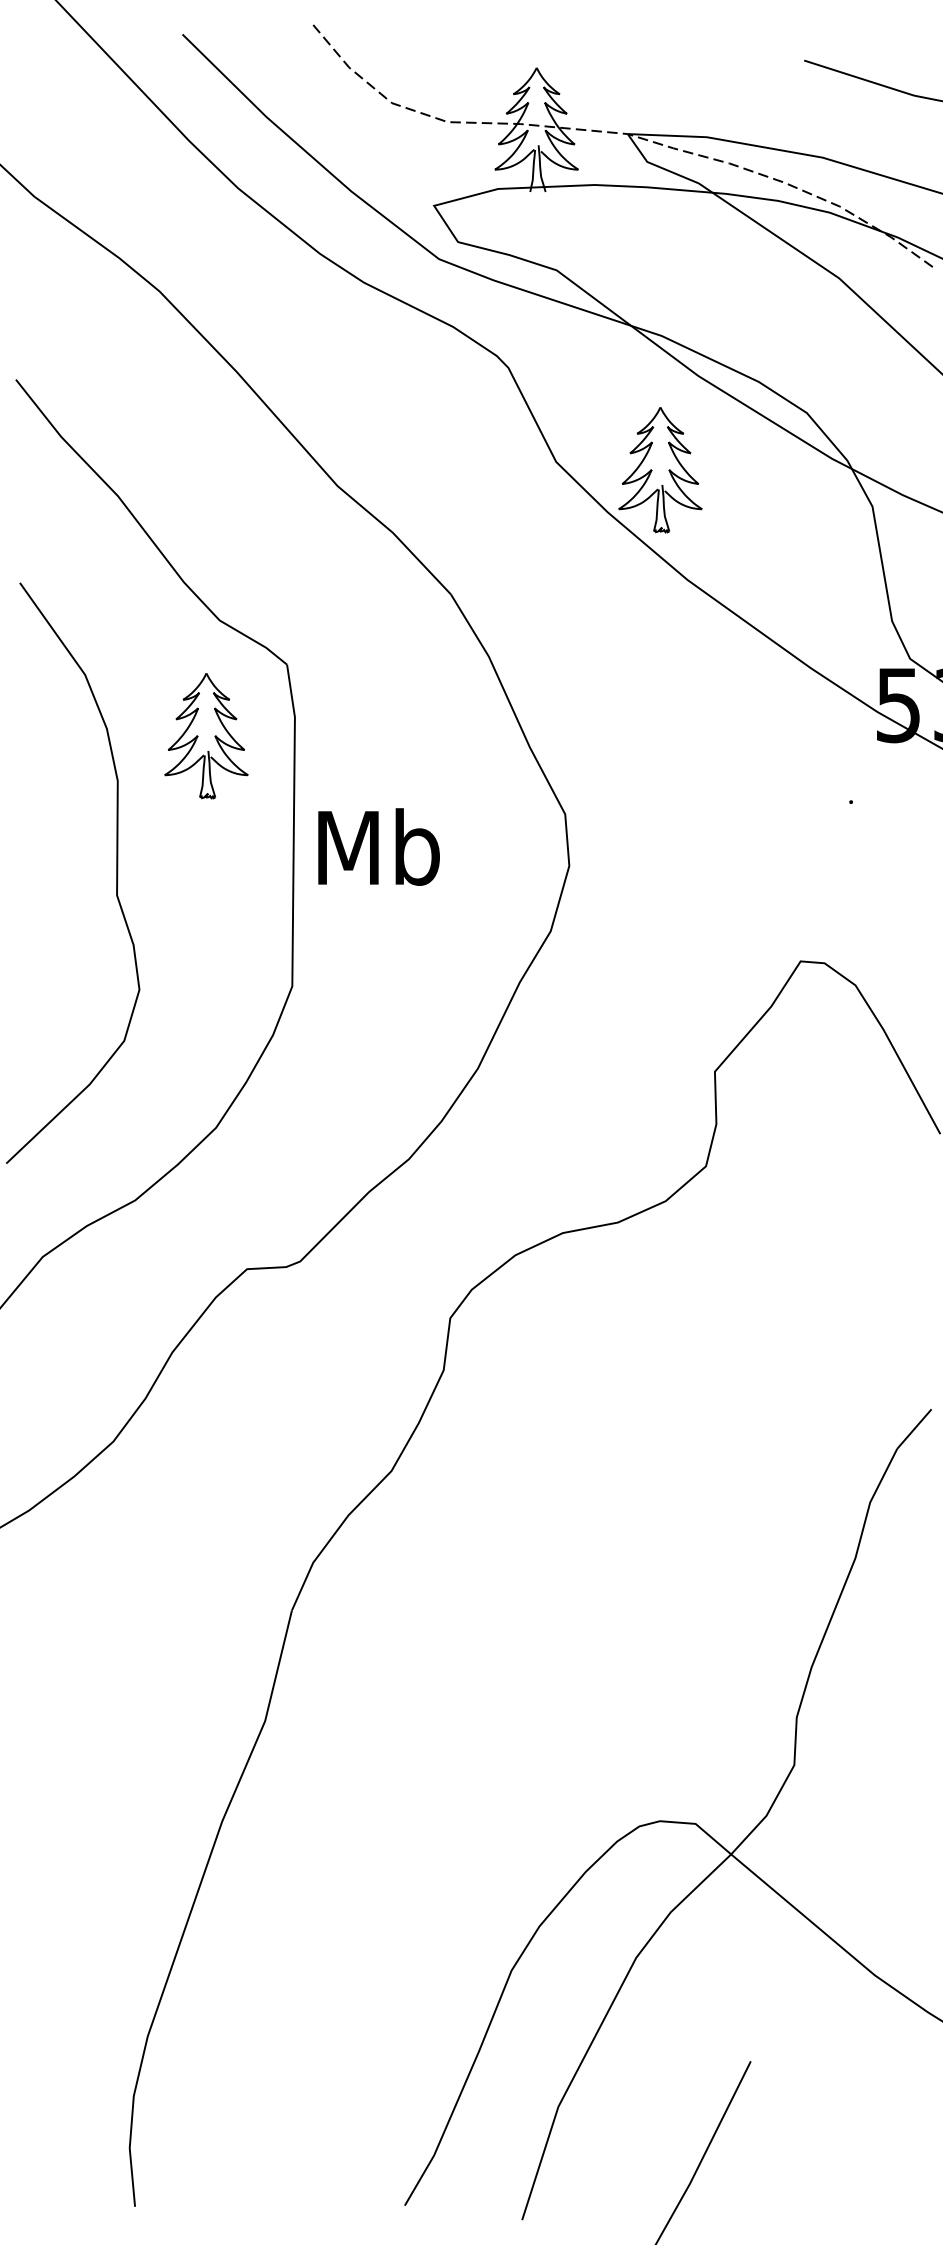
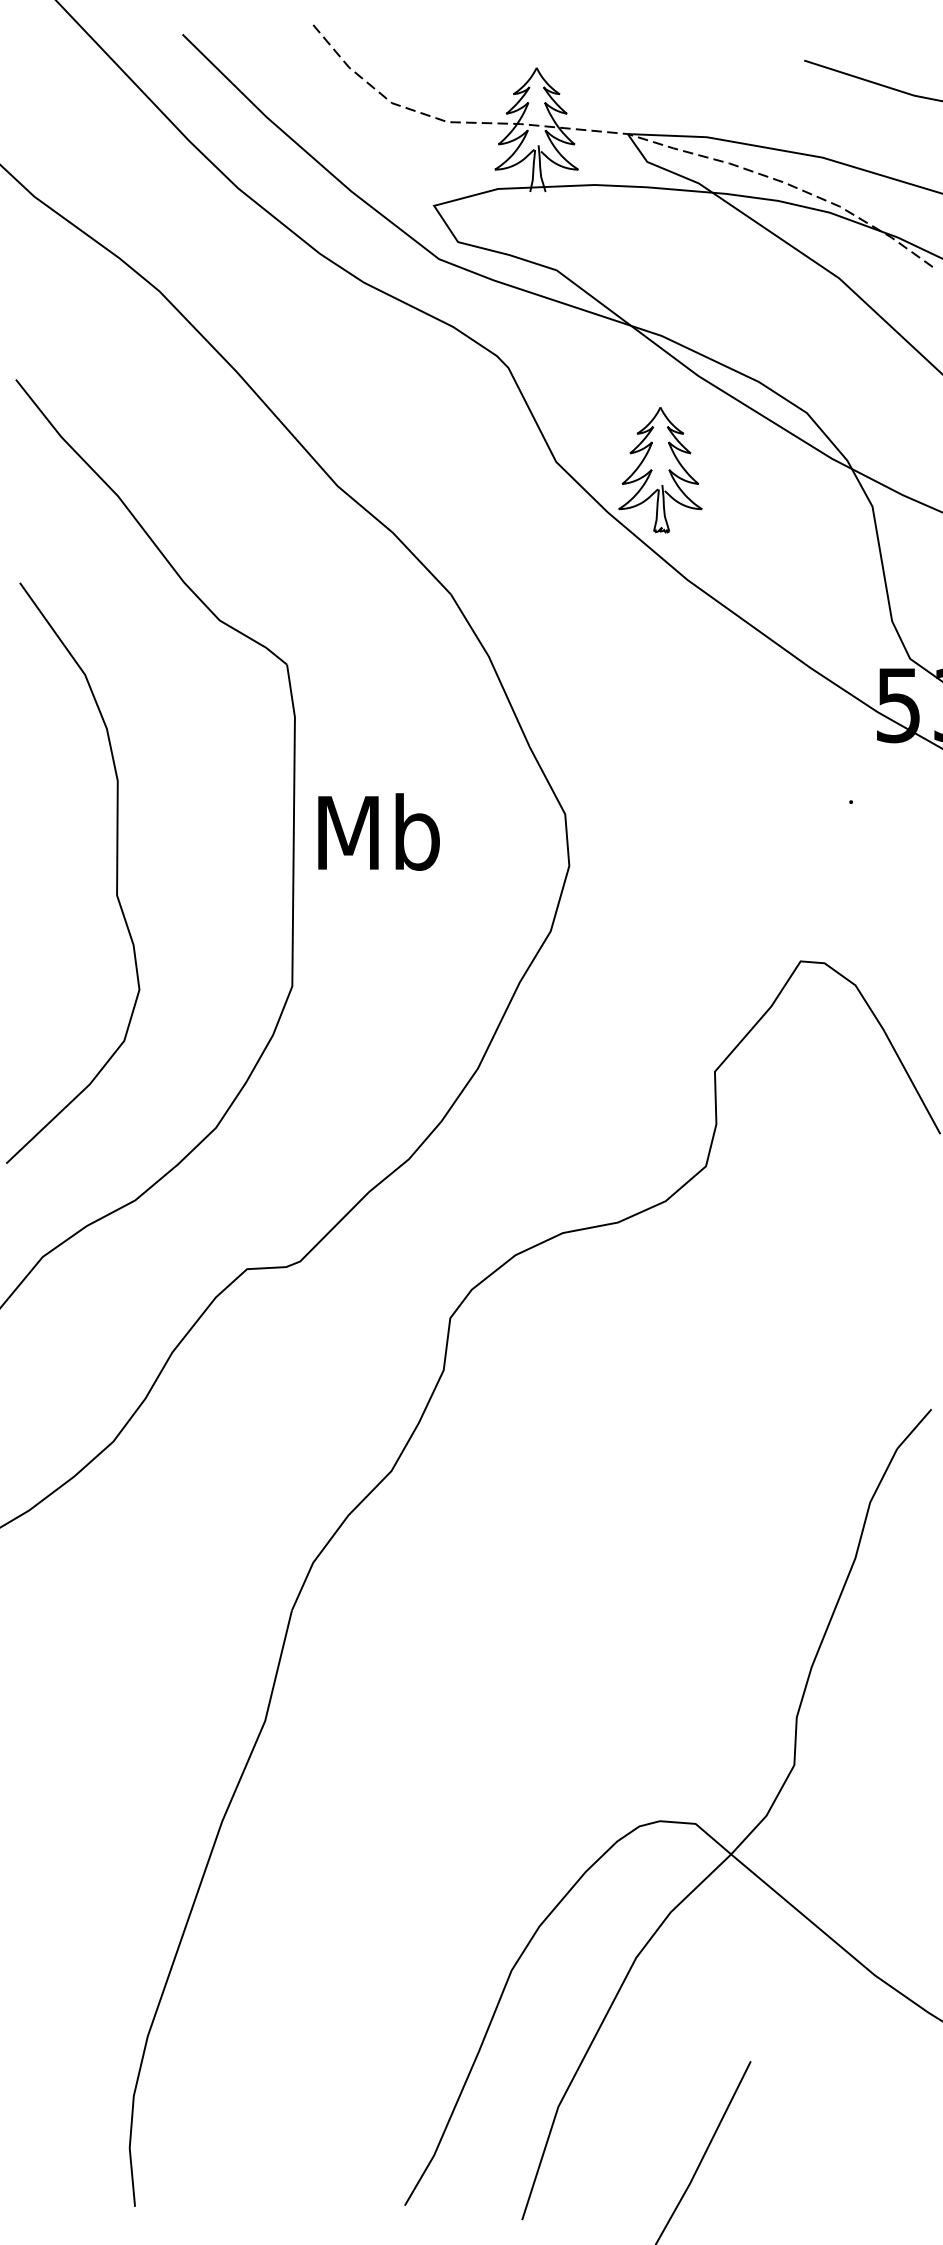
part at (206, 736): present -> none
text at (378, 846) position: (378, 846) -> (378, 831)
